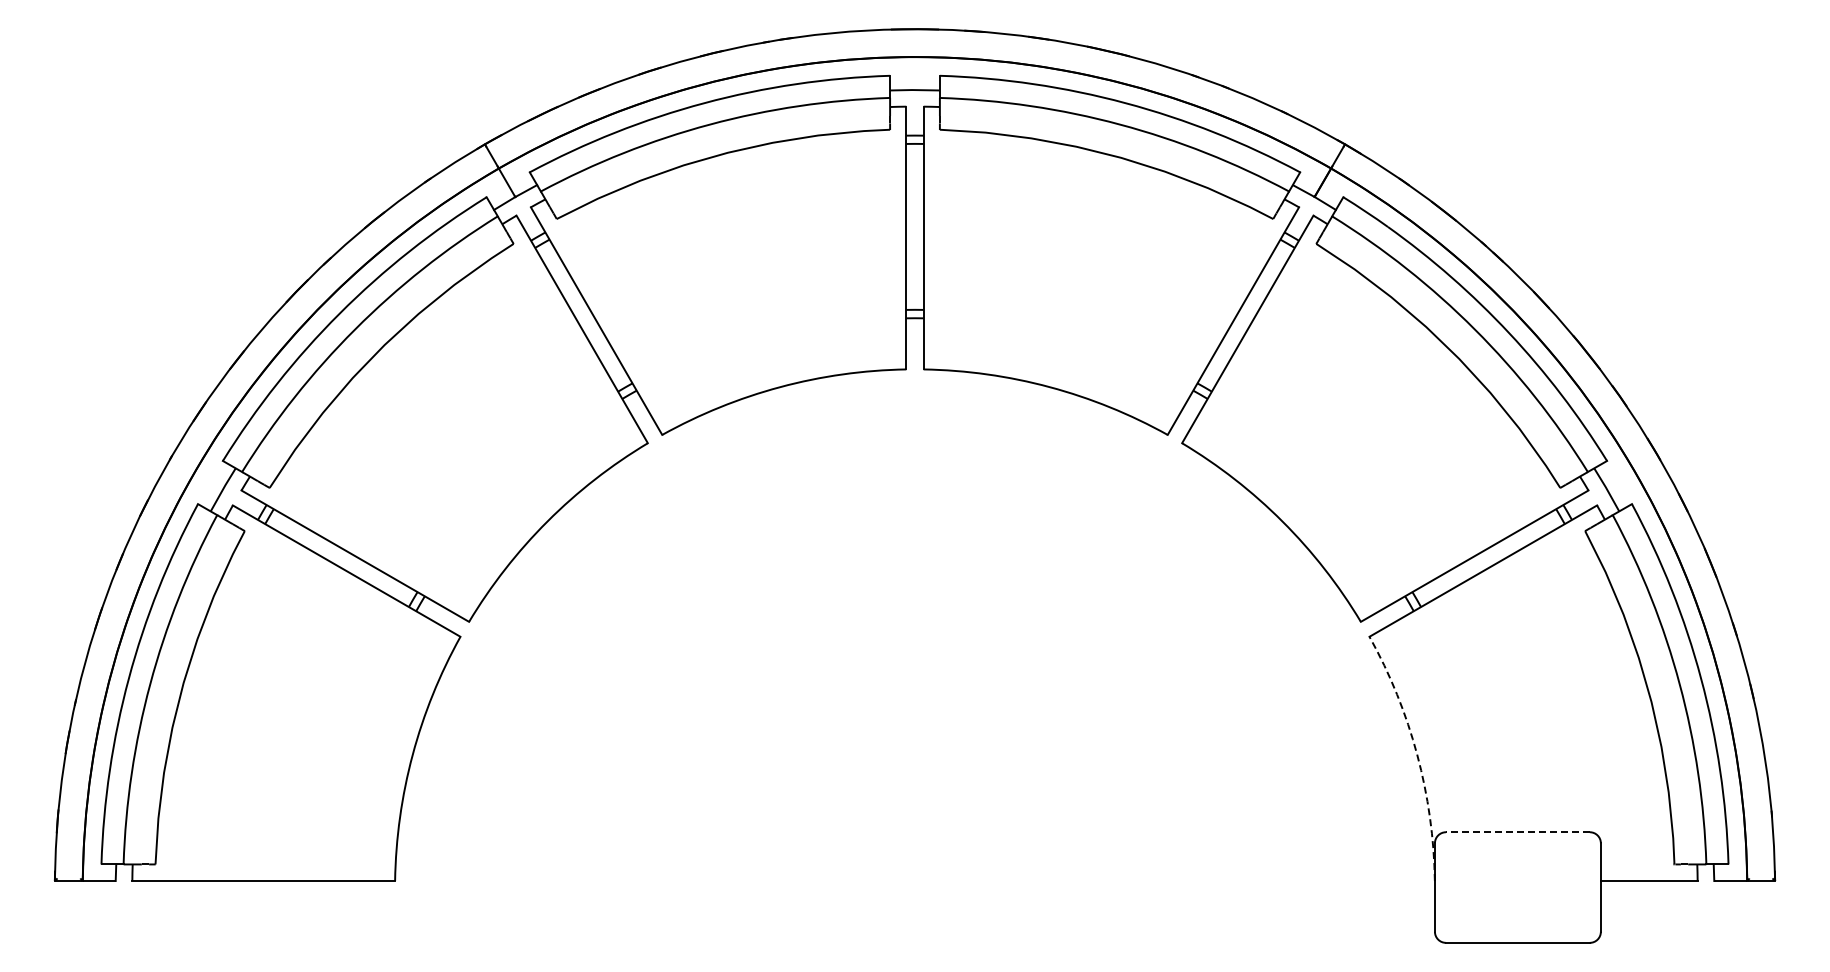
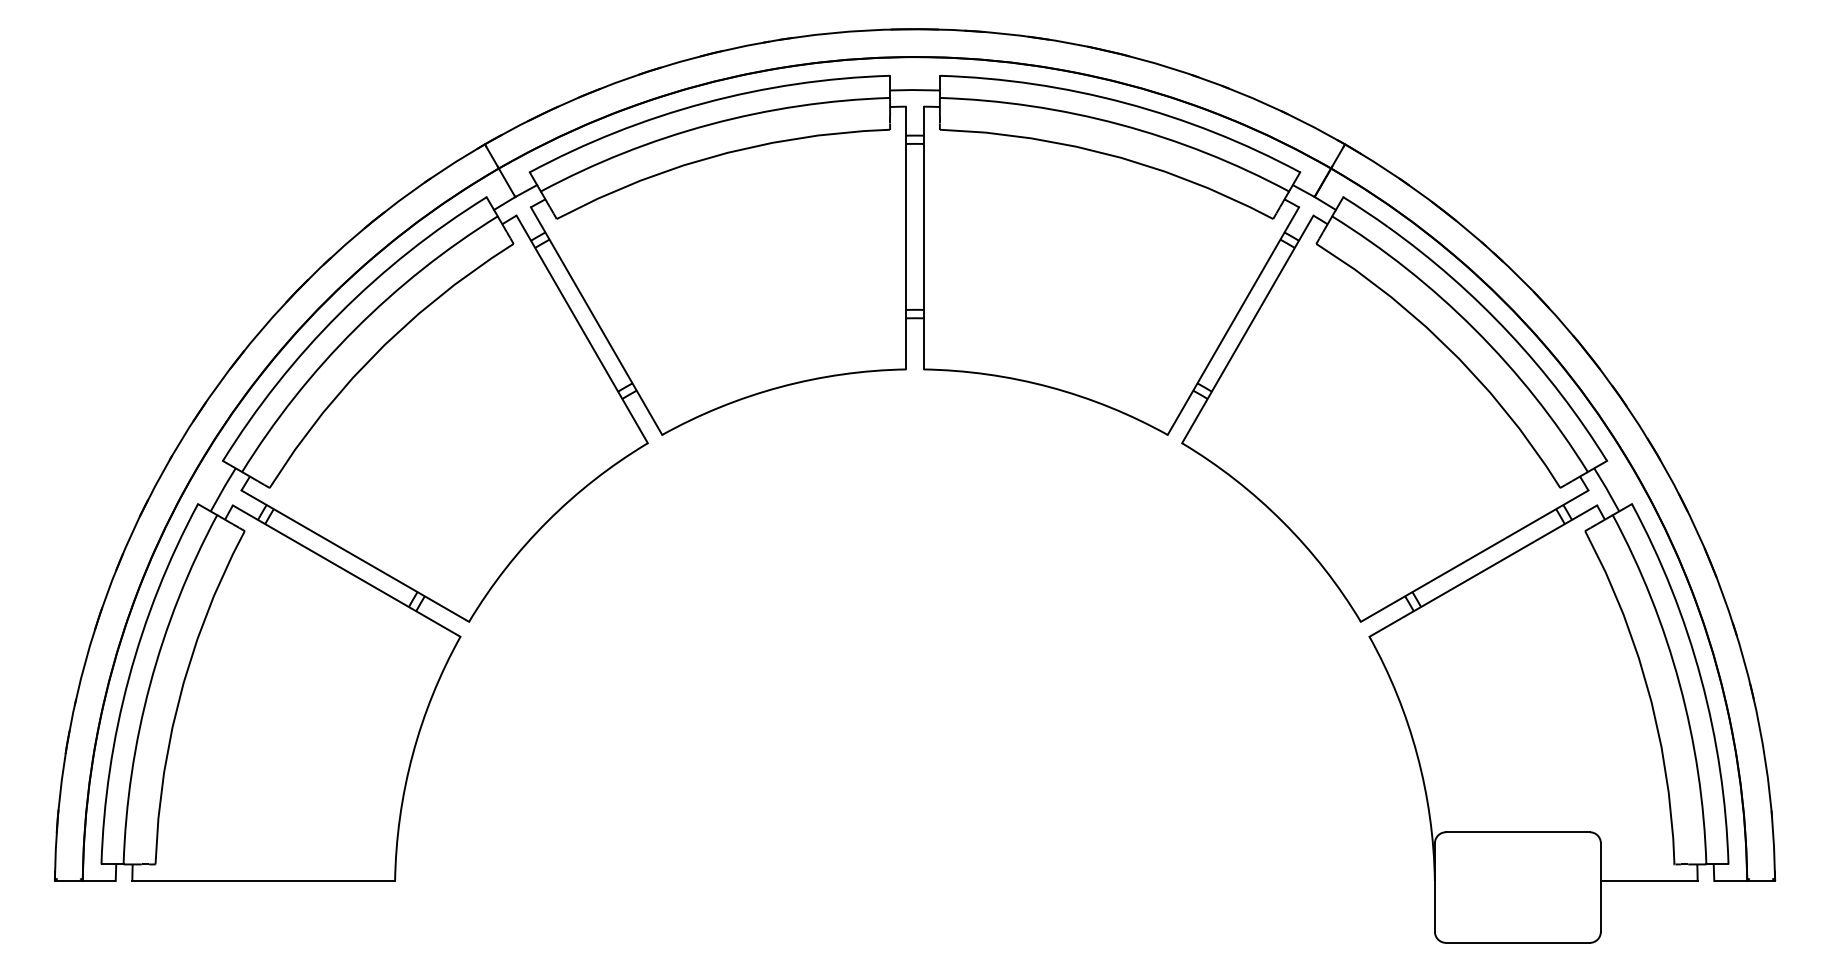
arc at (1417, 754): dashed -> solid
line at (1517, 832): dashed -> solid
